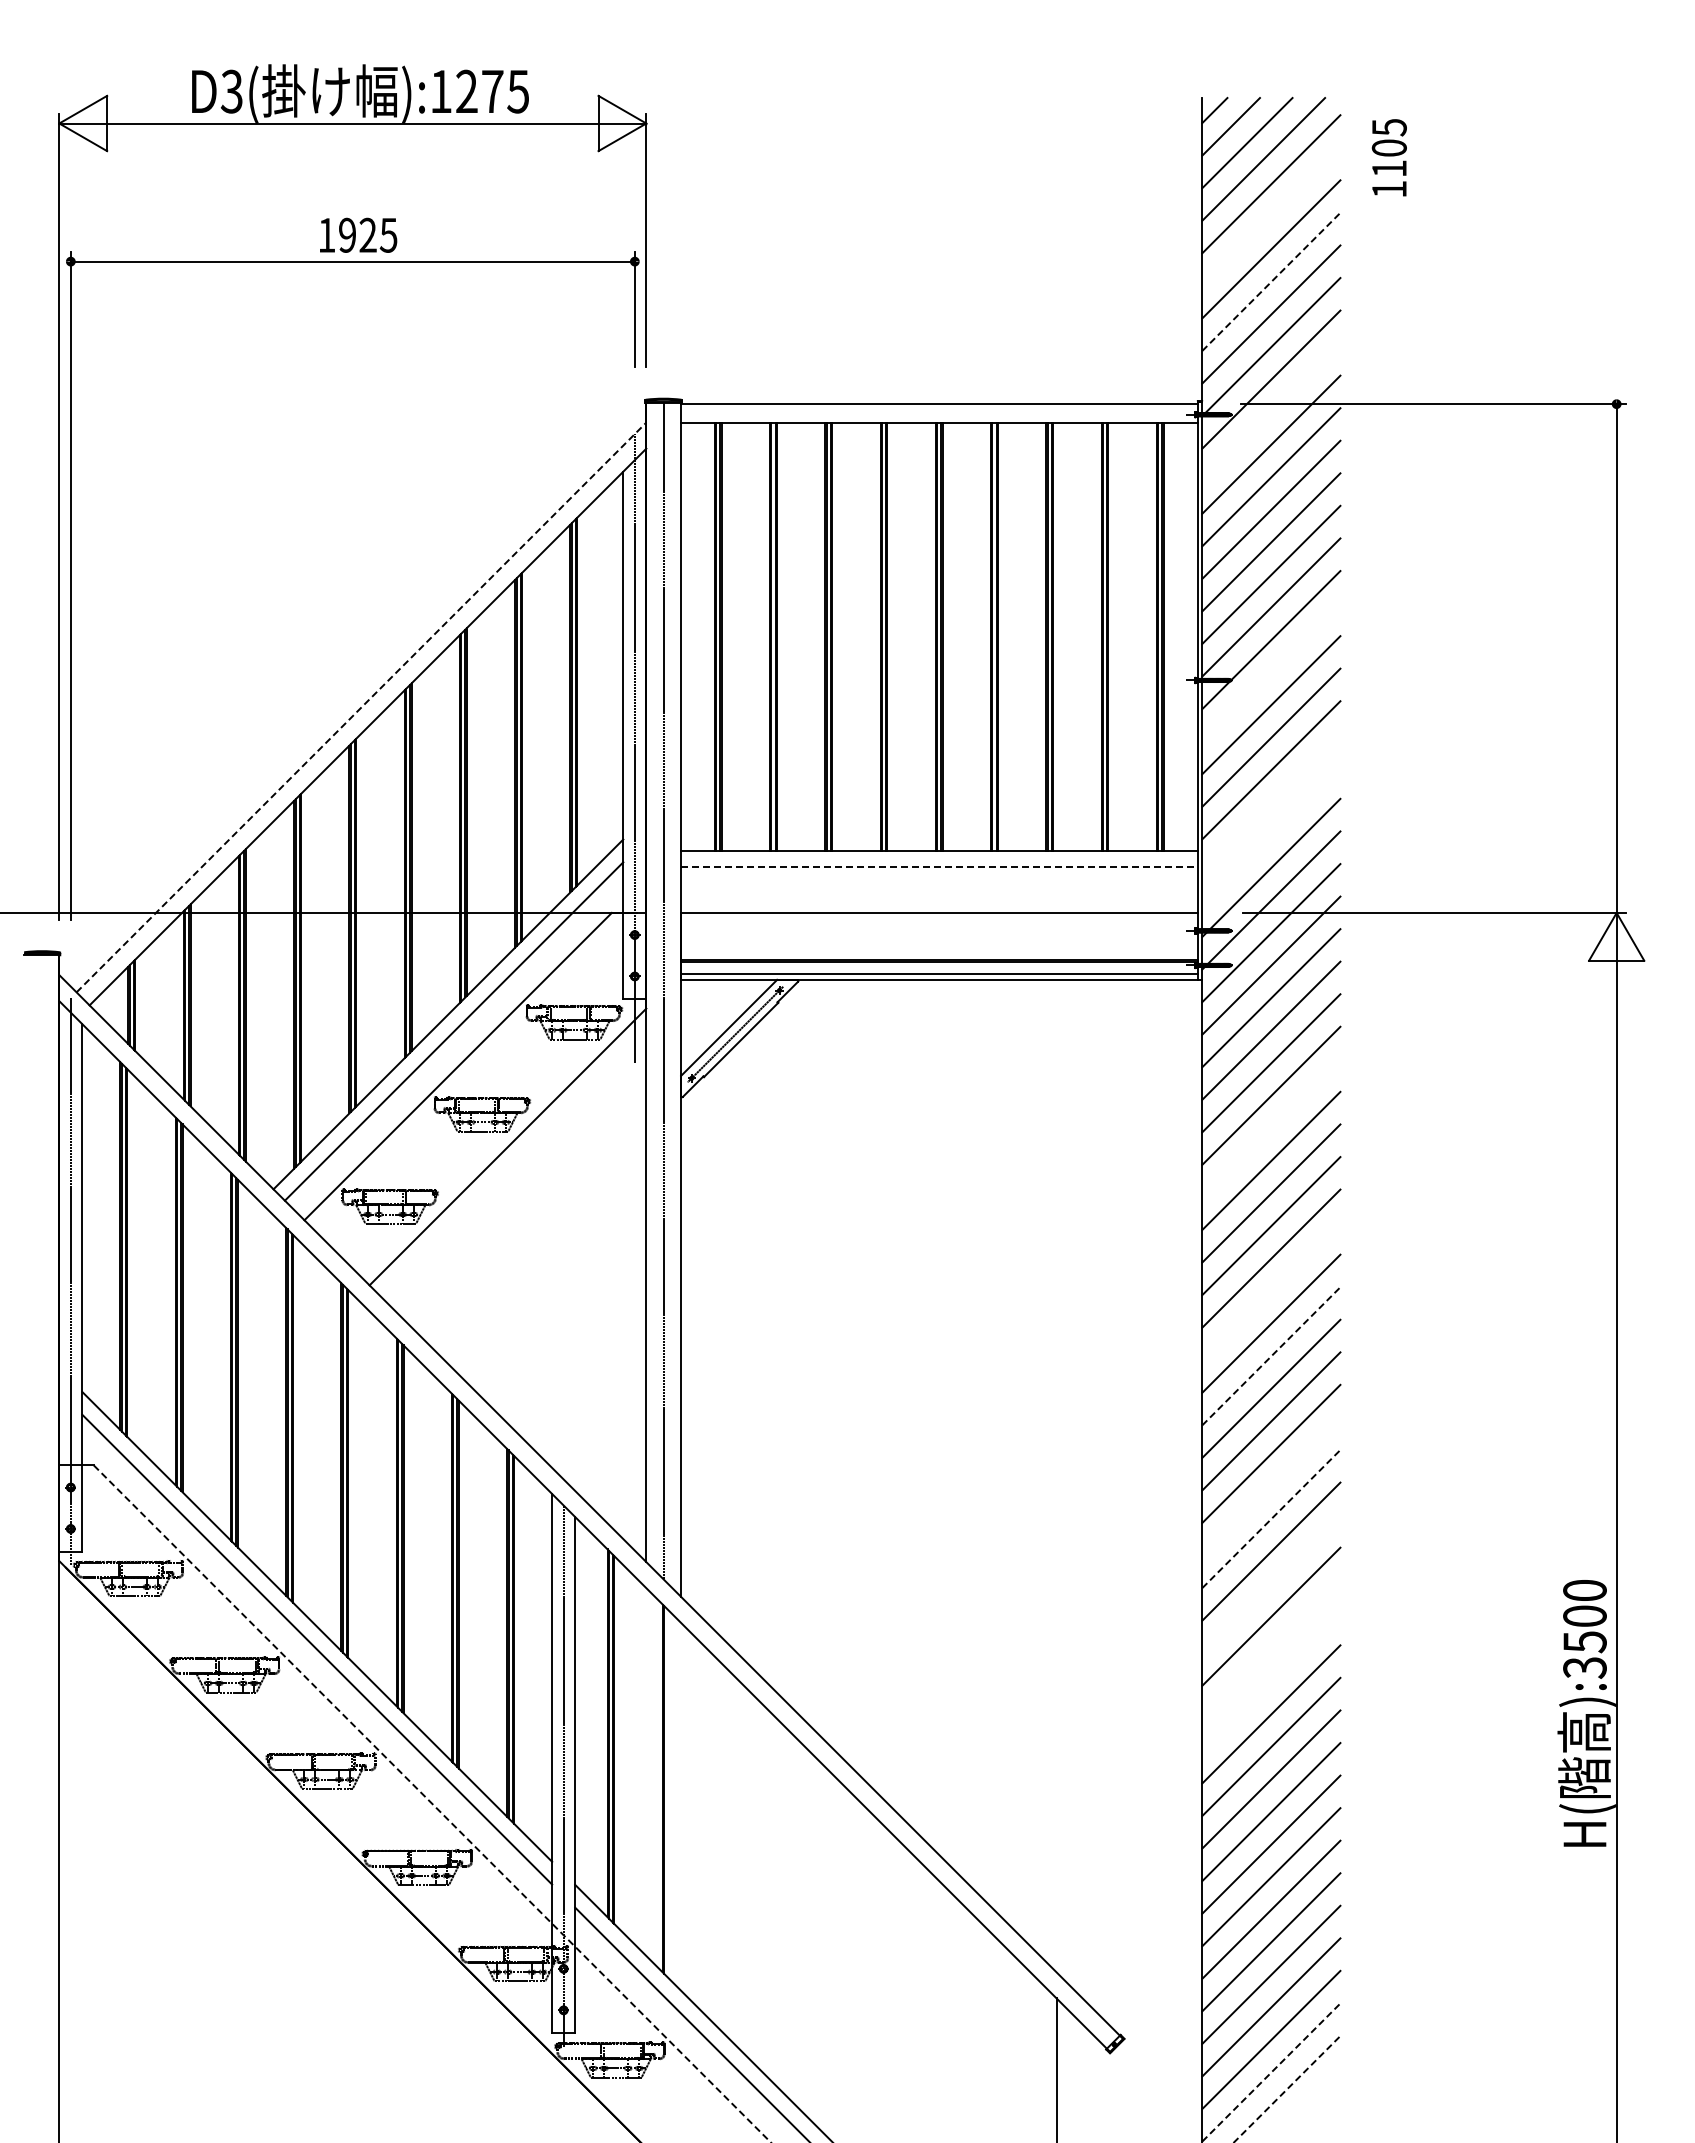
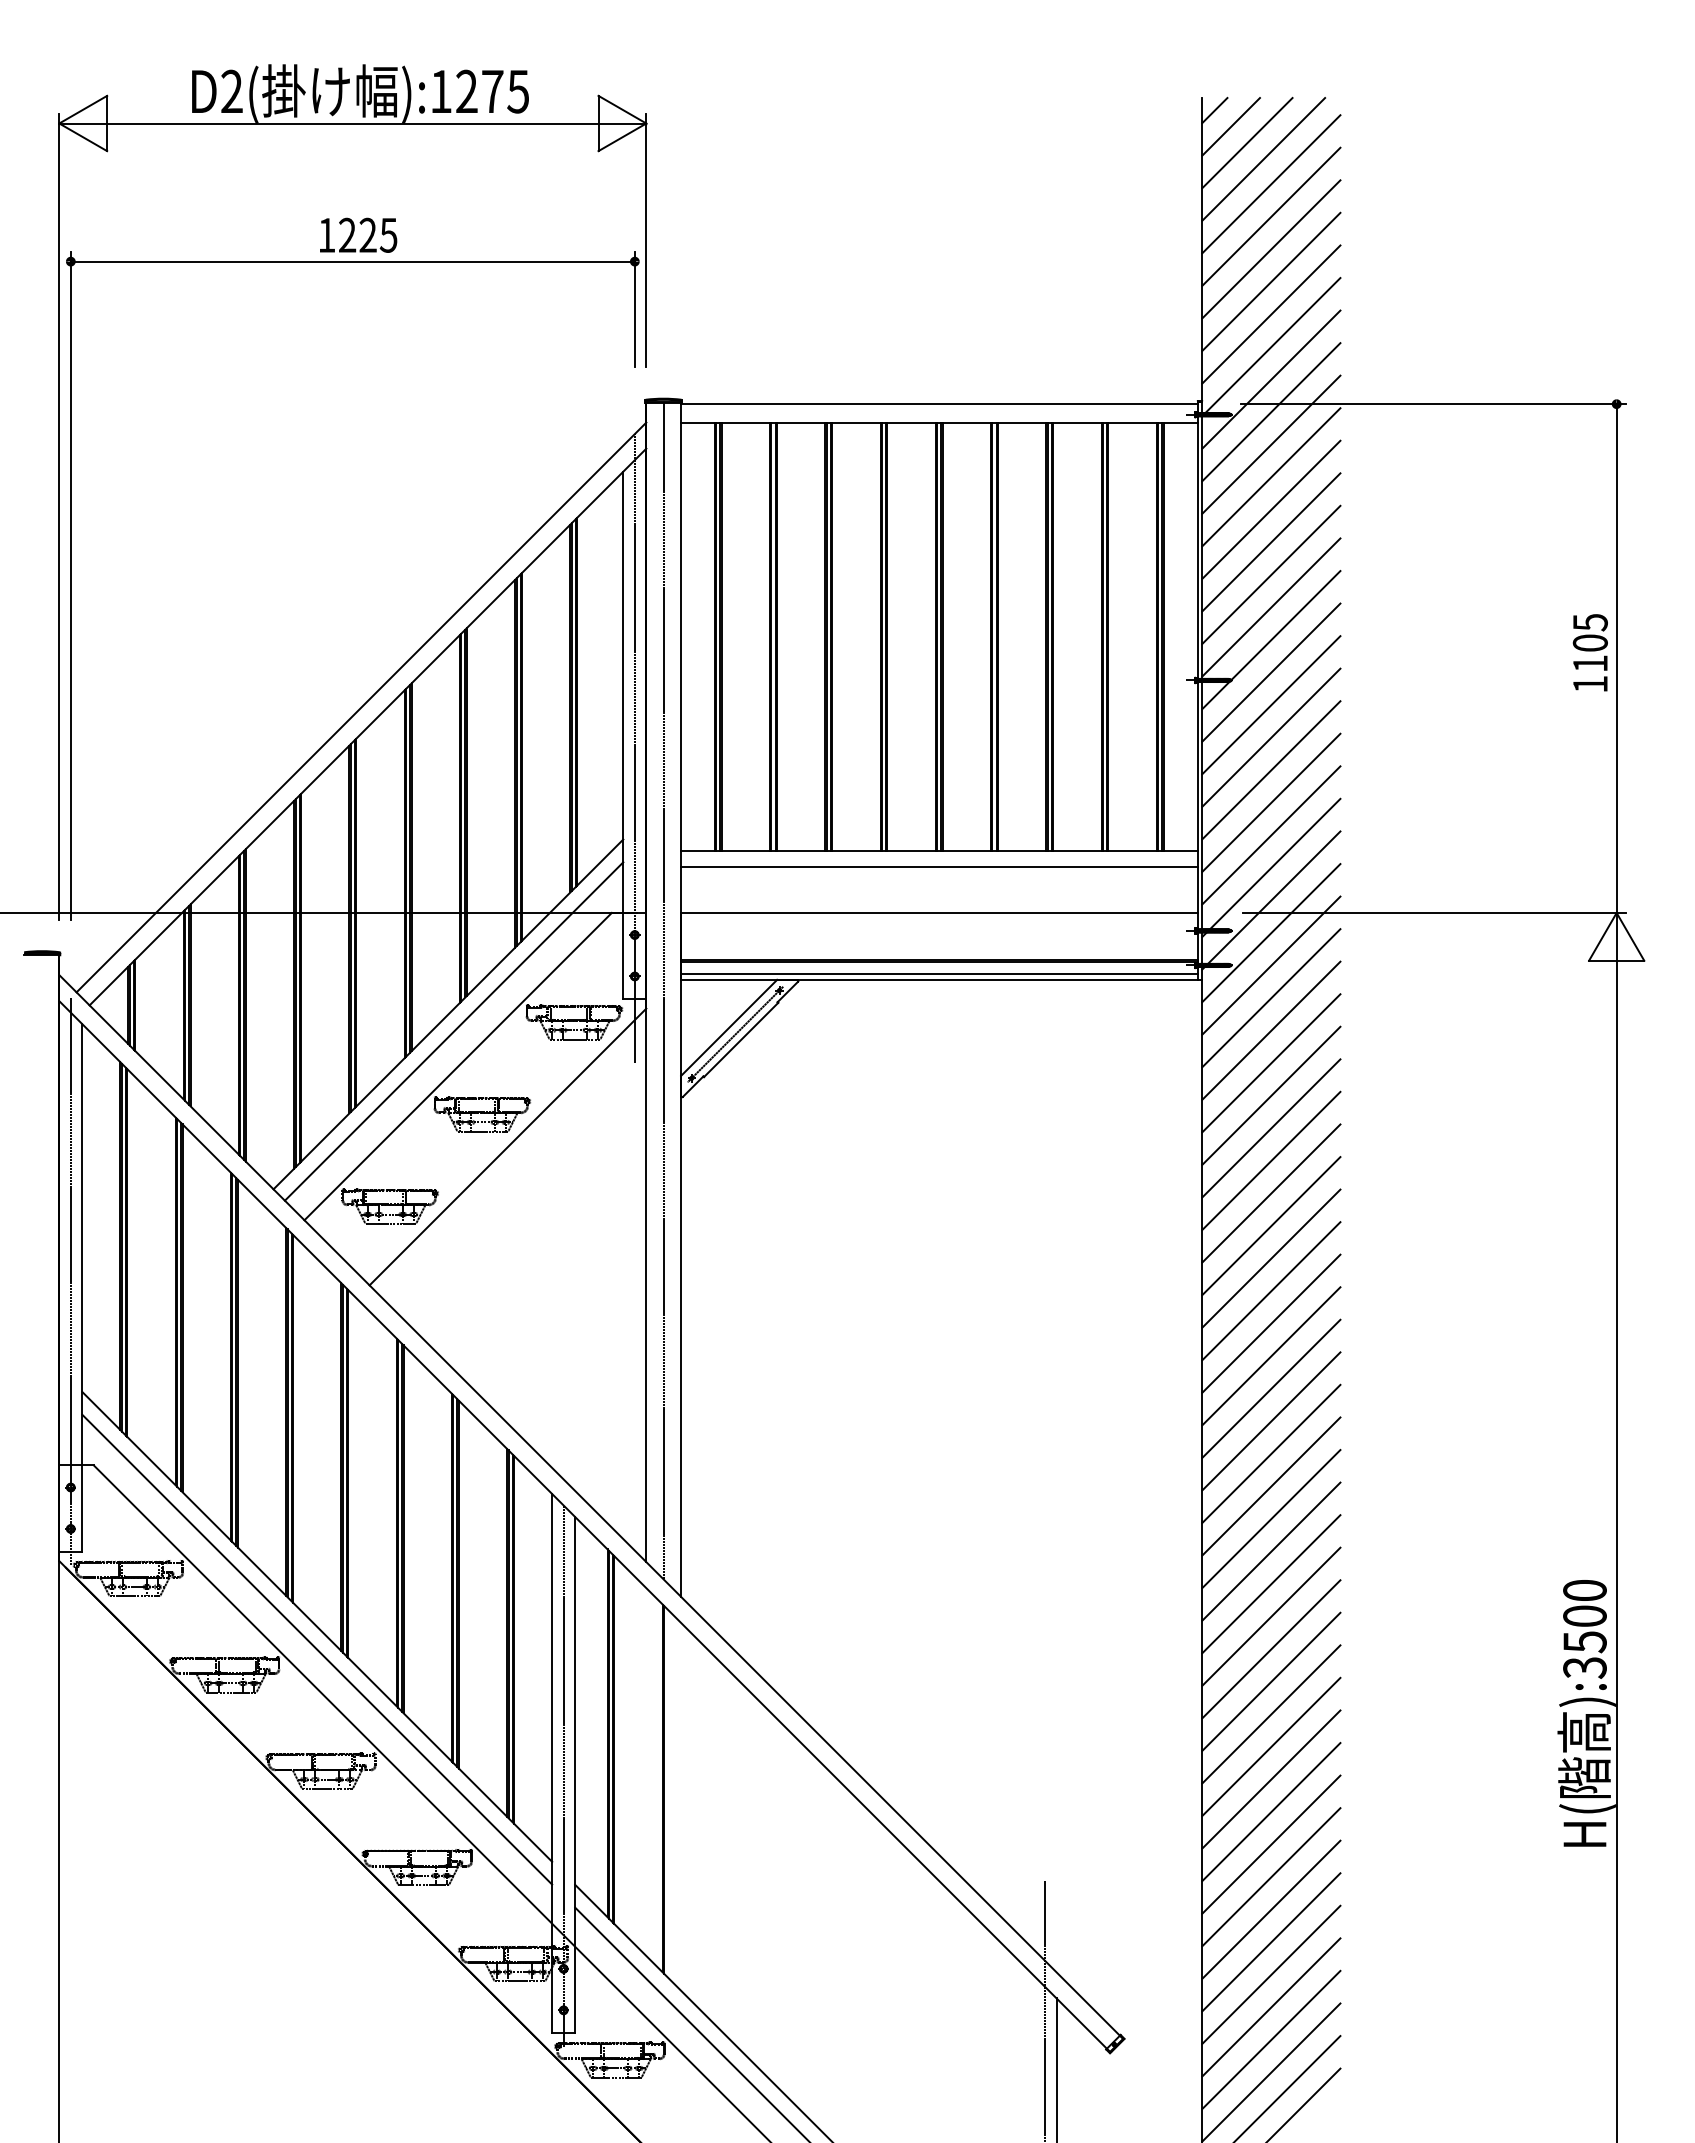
text at (231, 91): D3( -> D2(
text at (1388, 157) position: (1388, 157) -> (1589, 652)
line at (1271, 216): none -> present
text at (347, 235): 1925 -> 1225
line at (1271, 281): dashed -> solid
line at (1271, 412): none -> present
line at (1271, 672): none -> present
line at (361, 707): dashed -> solid
line at (1271, 802): none -> present
line at (1271, 835): none -> present
line at (939, 866): dashed -> solid
line at (1271, 1128): none -> present
line at (1271, 1291): none -> present
line at (1271, 1356): dashed -> solid
line at (1271, 1486): none -> present
line at (1271, 1519): dashed -> solid
line at (1271, 1584): none -> present
line at (1271, 1649): none -> present
line at (1271, 1681): none -> present
line at (432, 1804): dashed -> solid
line at (1045, 2010): none -> present
line at (1271, 2072): dashed -> solid
line at (1287, 2088): dashed -> solid
line at (1304, 2103): none -> present
